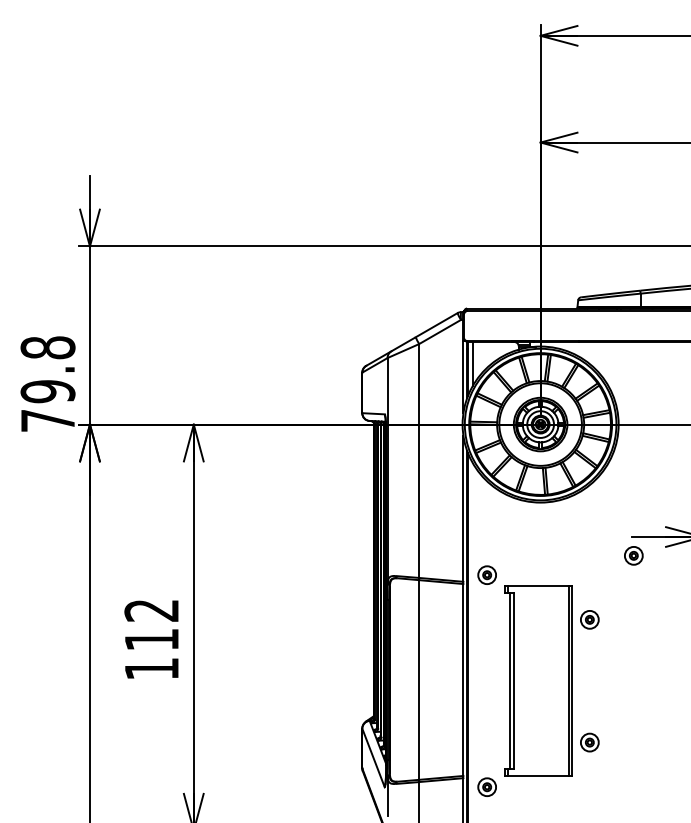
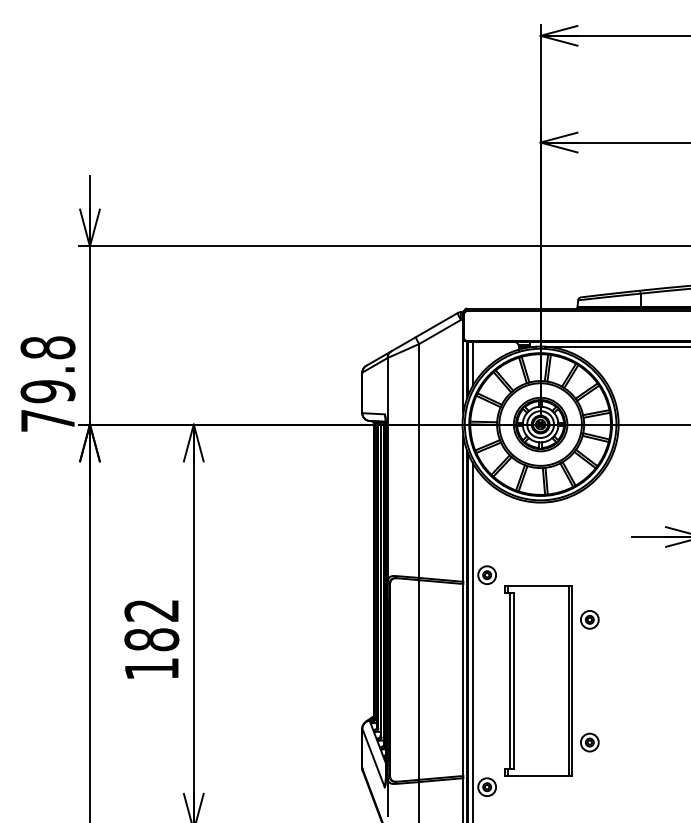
line at (616, 346): none -> present
part at (633, 555): present -> none
text at (151, 639): 112 -> 182
line at (472, 640): none -> present
